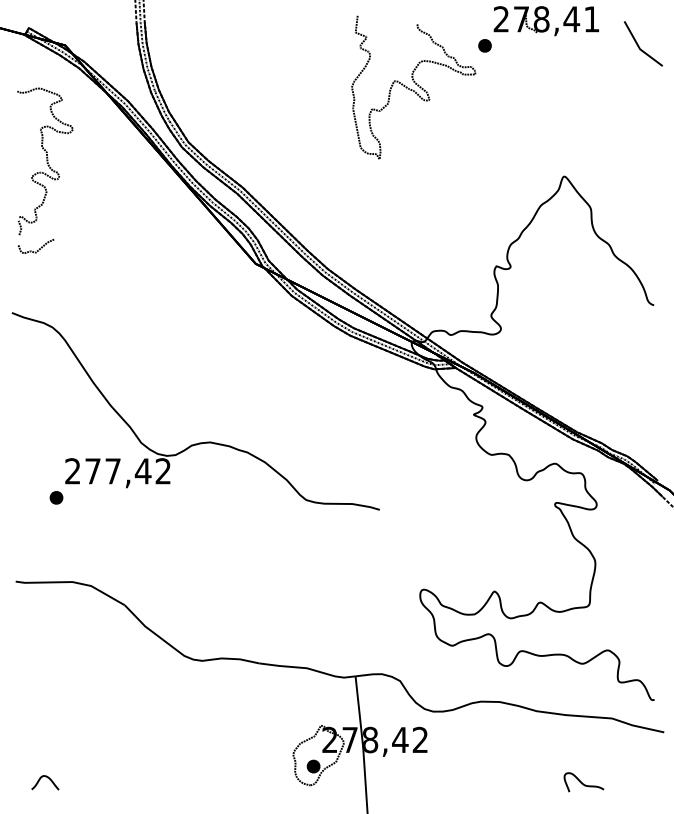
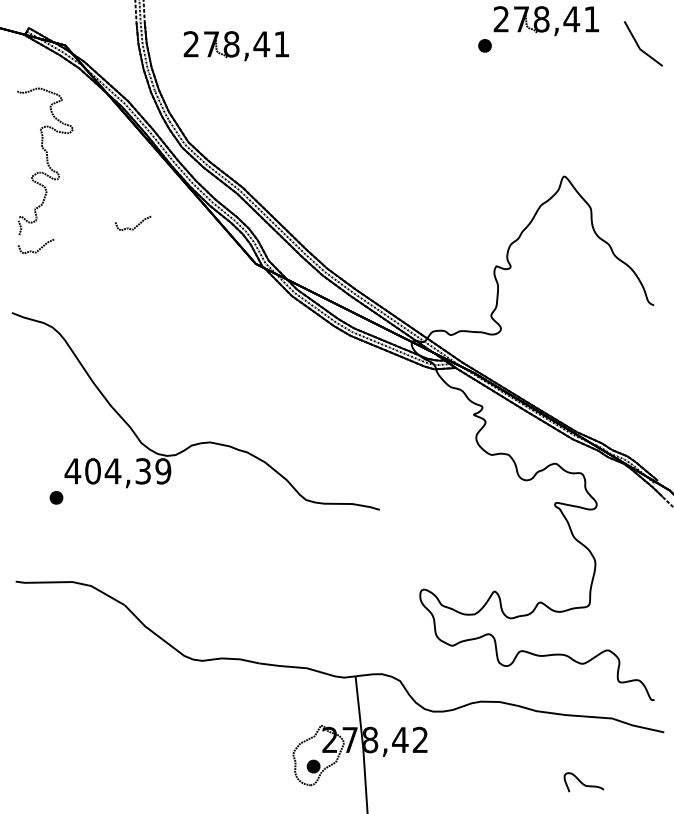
part at (236, 46): none -> present
curve at (412, 89): present -> none
curve at (136, 225): none -> present
text at (117, 471): 277,42 -> 404,39
curve at (47, 778): present -> none
